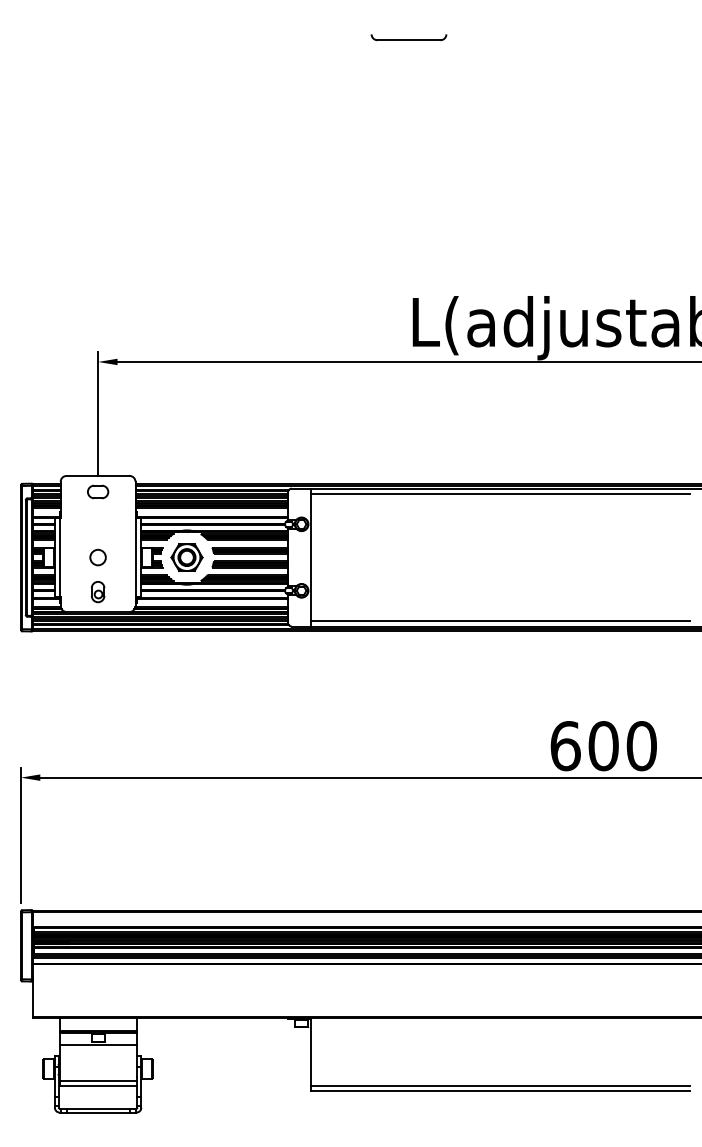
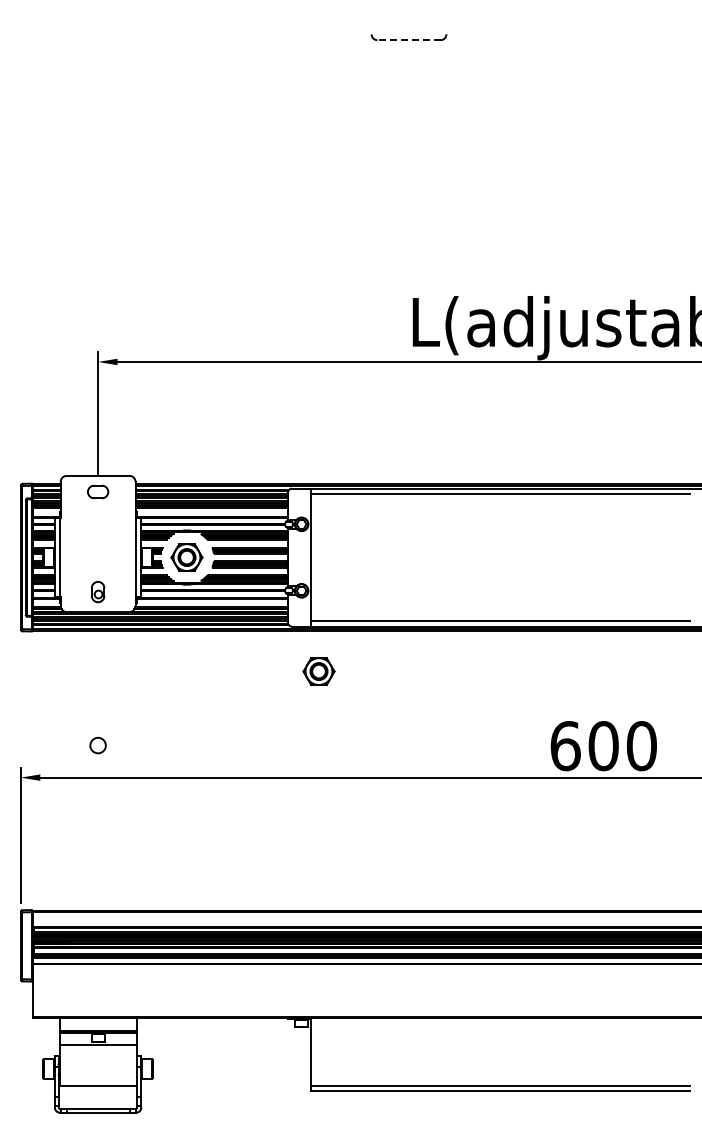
line at (409, 40): solid -> dashed
circle at (97, 557) position: (97, 557) -> (97, 745)
part at (318, 671): none -> present
line at (98, 1081): present -> none
